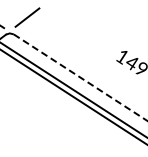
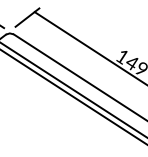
line at (89, 47): none -> present
line at (80, 77): dashed -> solid
